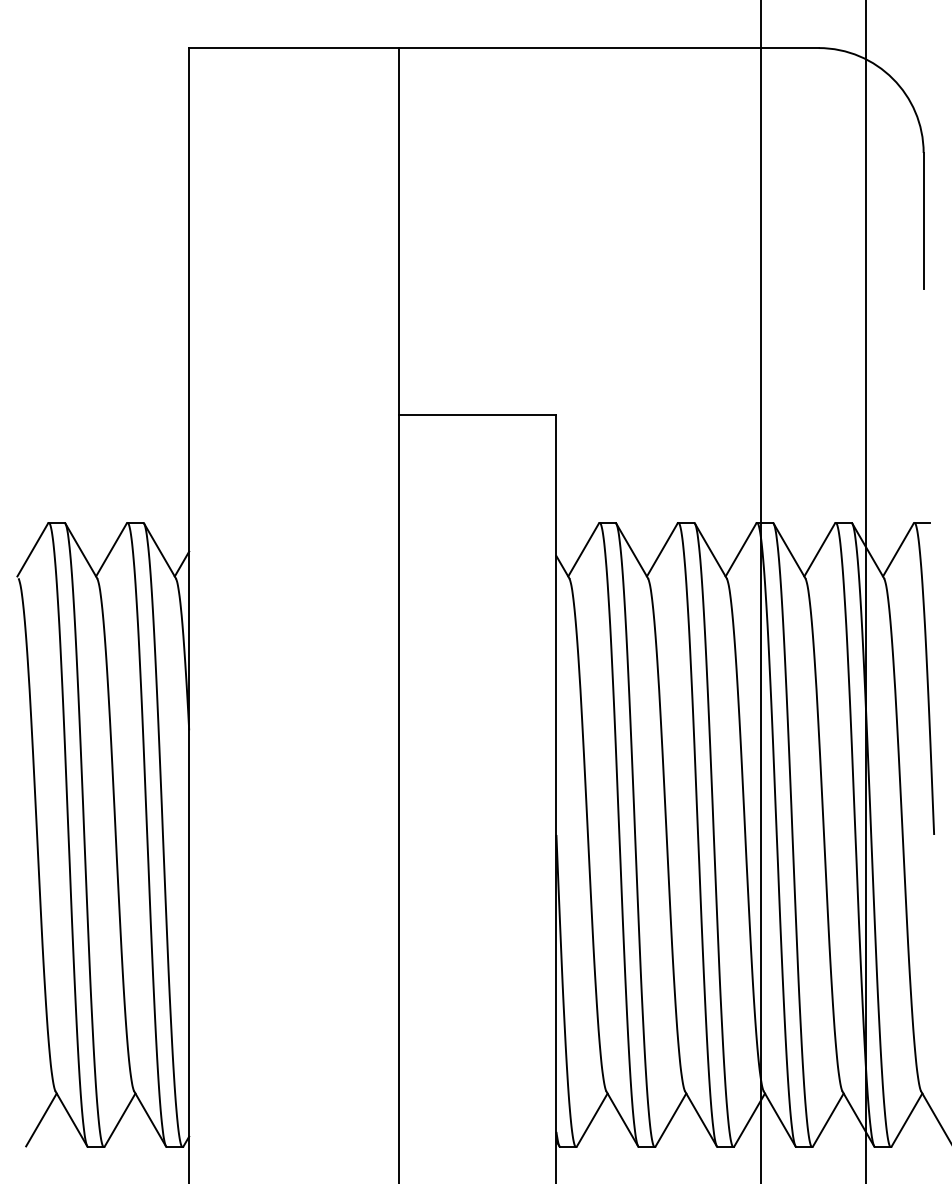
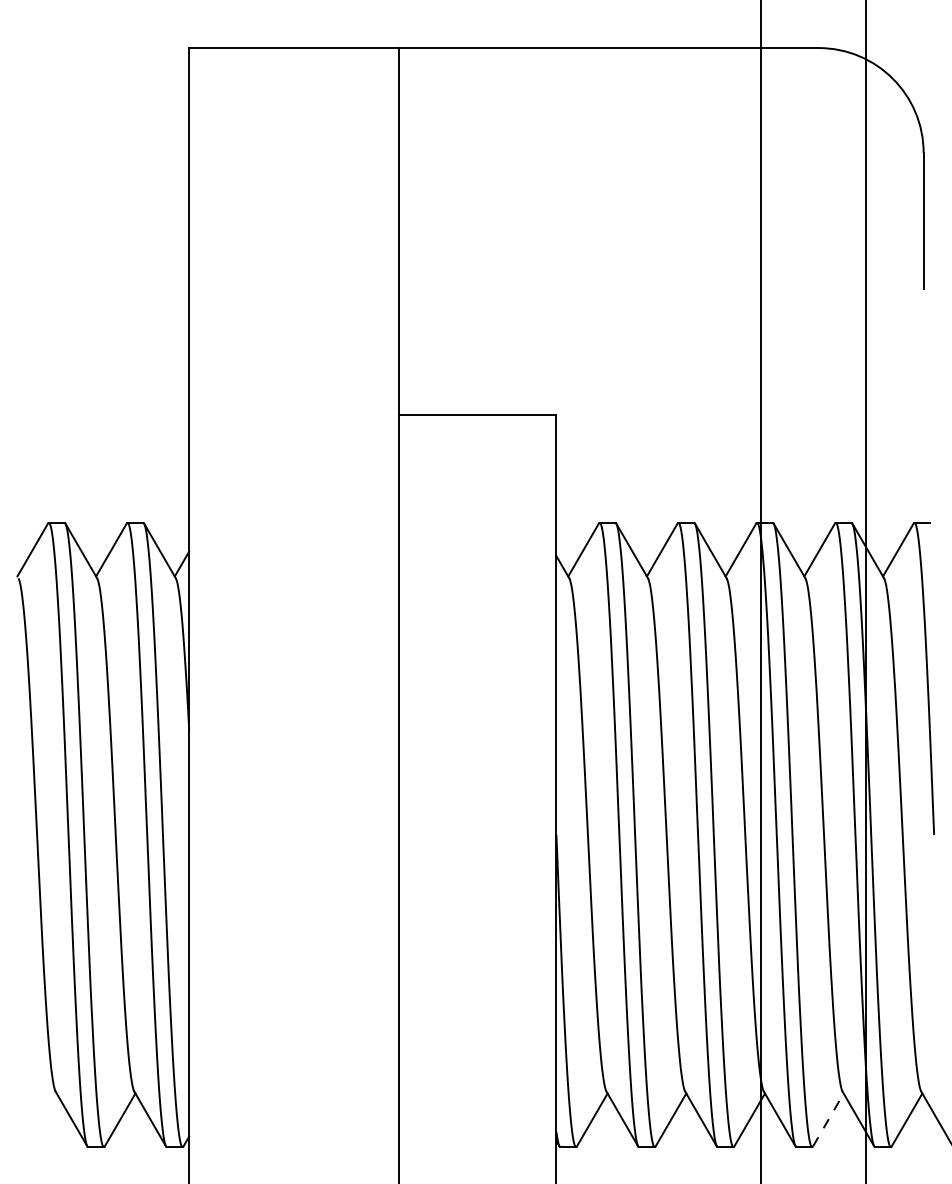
line at (41, 1119): present -> none
line at (828, 1119): solid -> dashed
